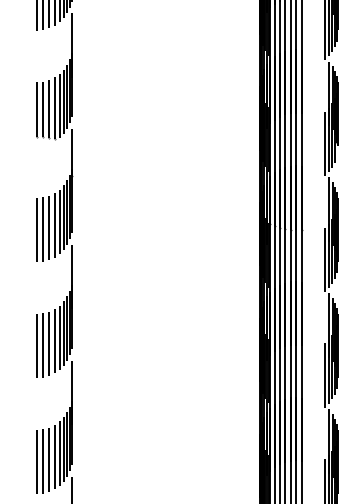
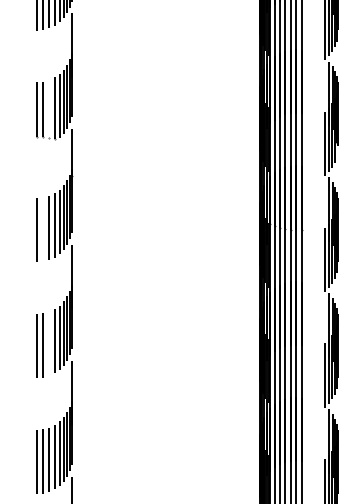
line at (49, 108): present -> none
line at (43, 229): present -> none
line at (49, 343): present -> none
